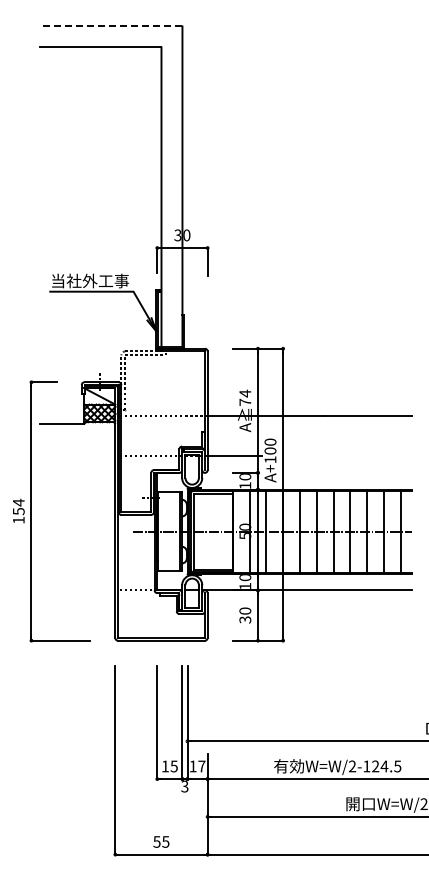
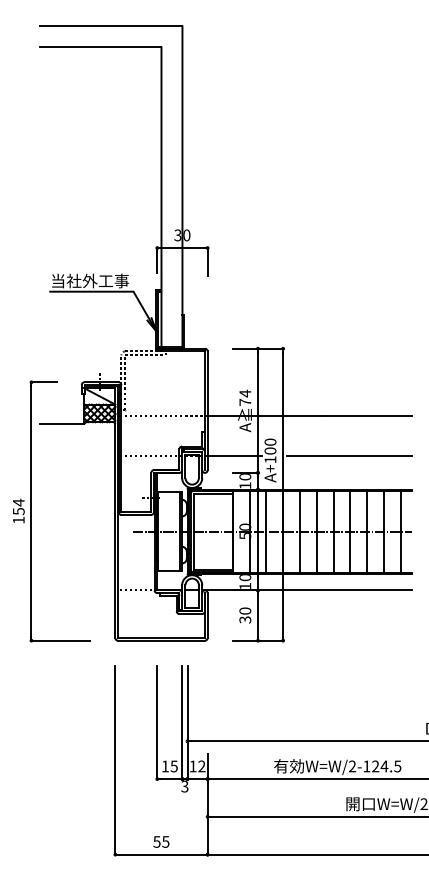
line at (110, 26): dashed -> solid
line at (349, 456): none -> present
text at (201, 766): 17 -> 12
